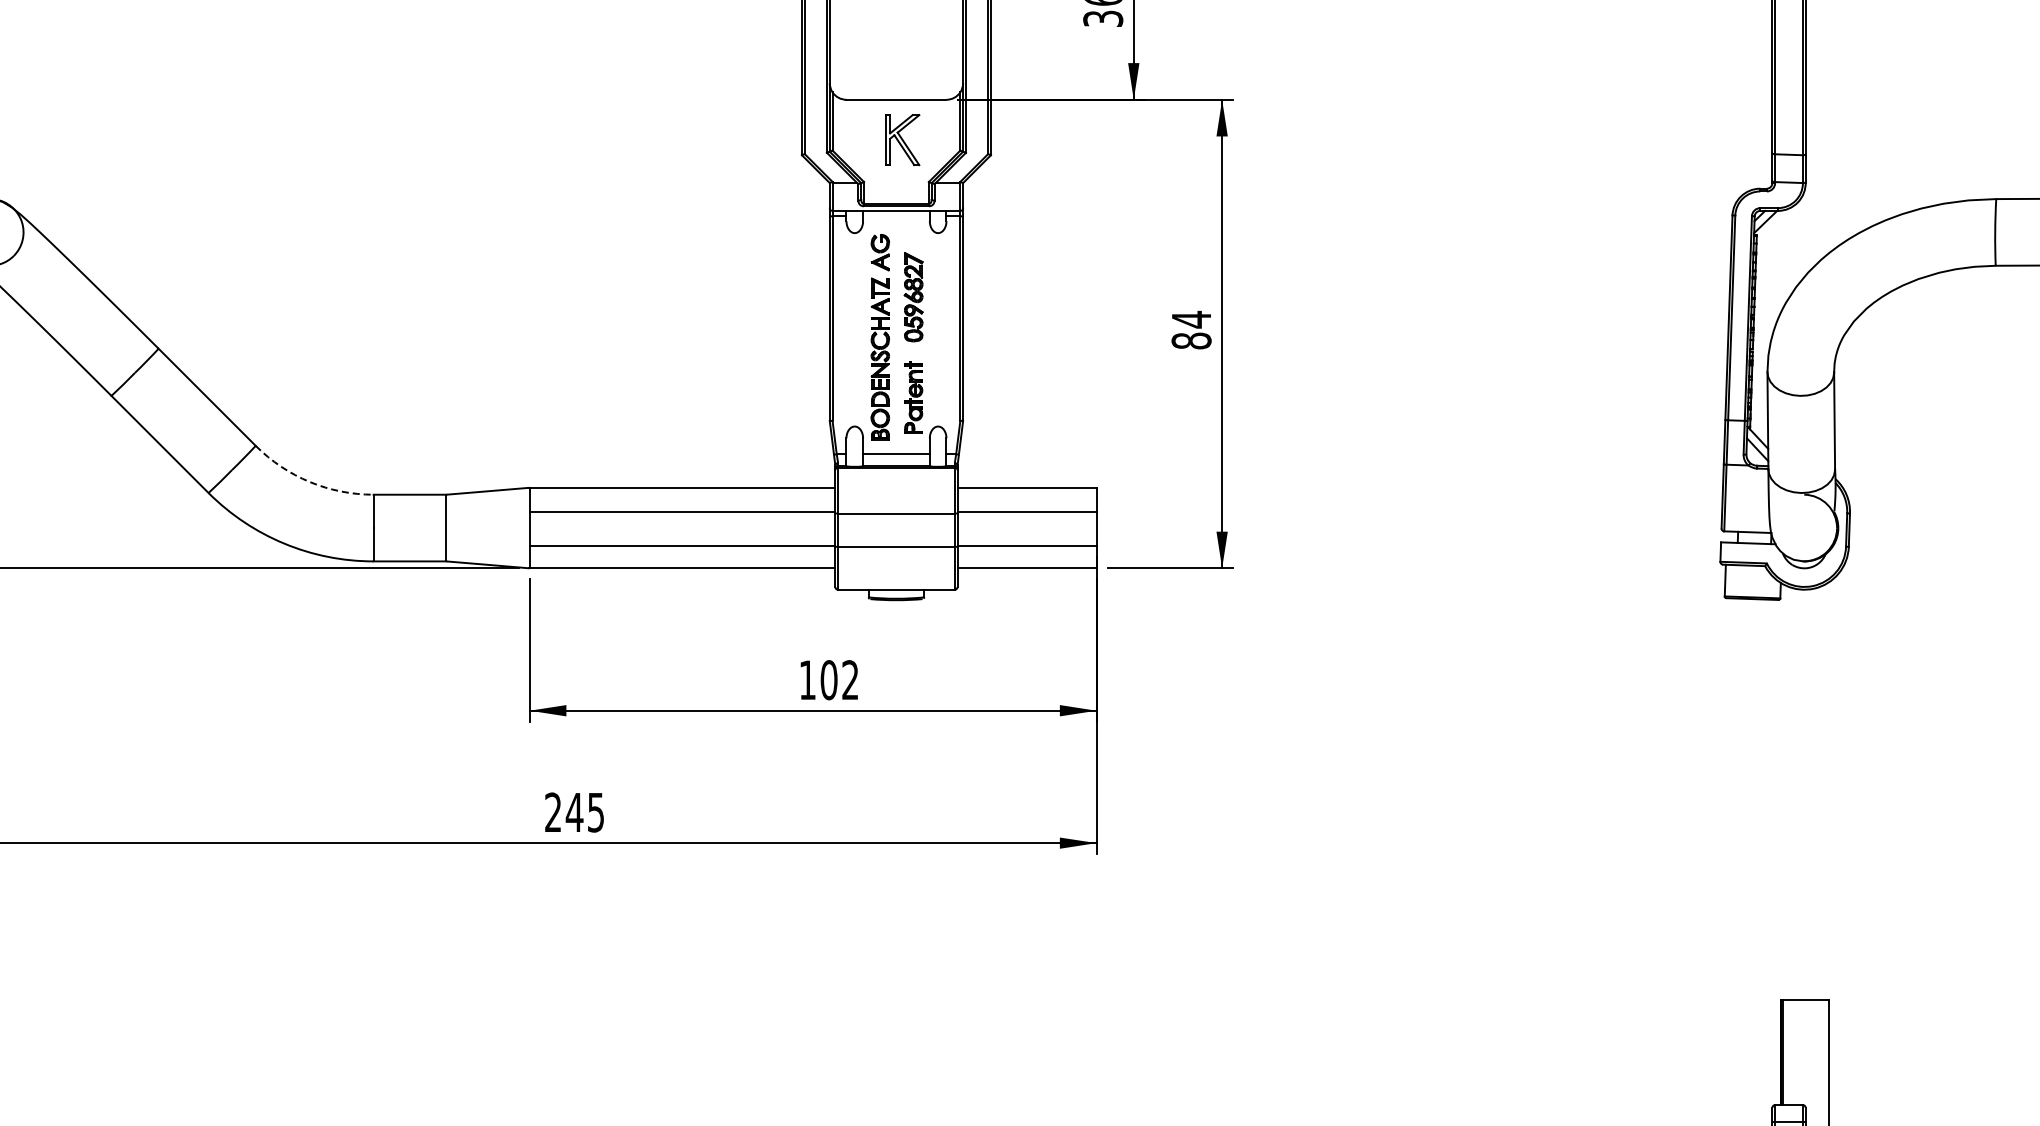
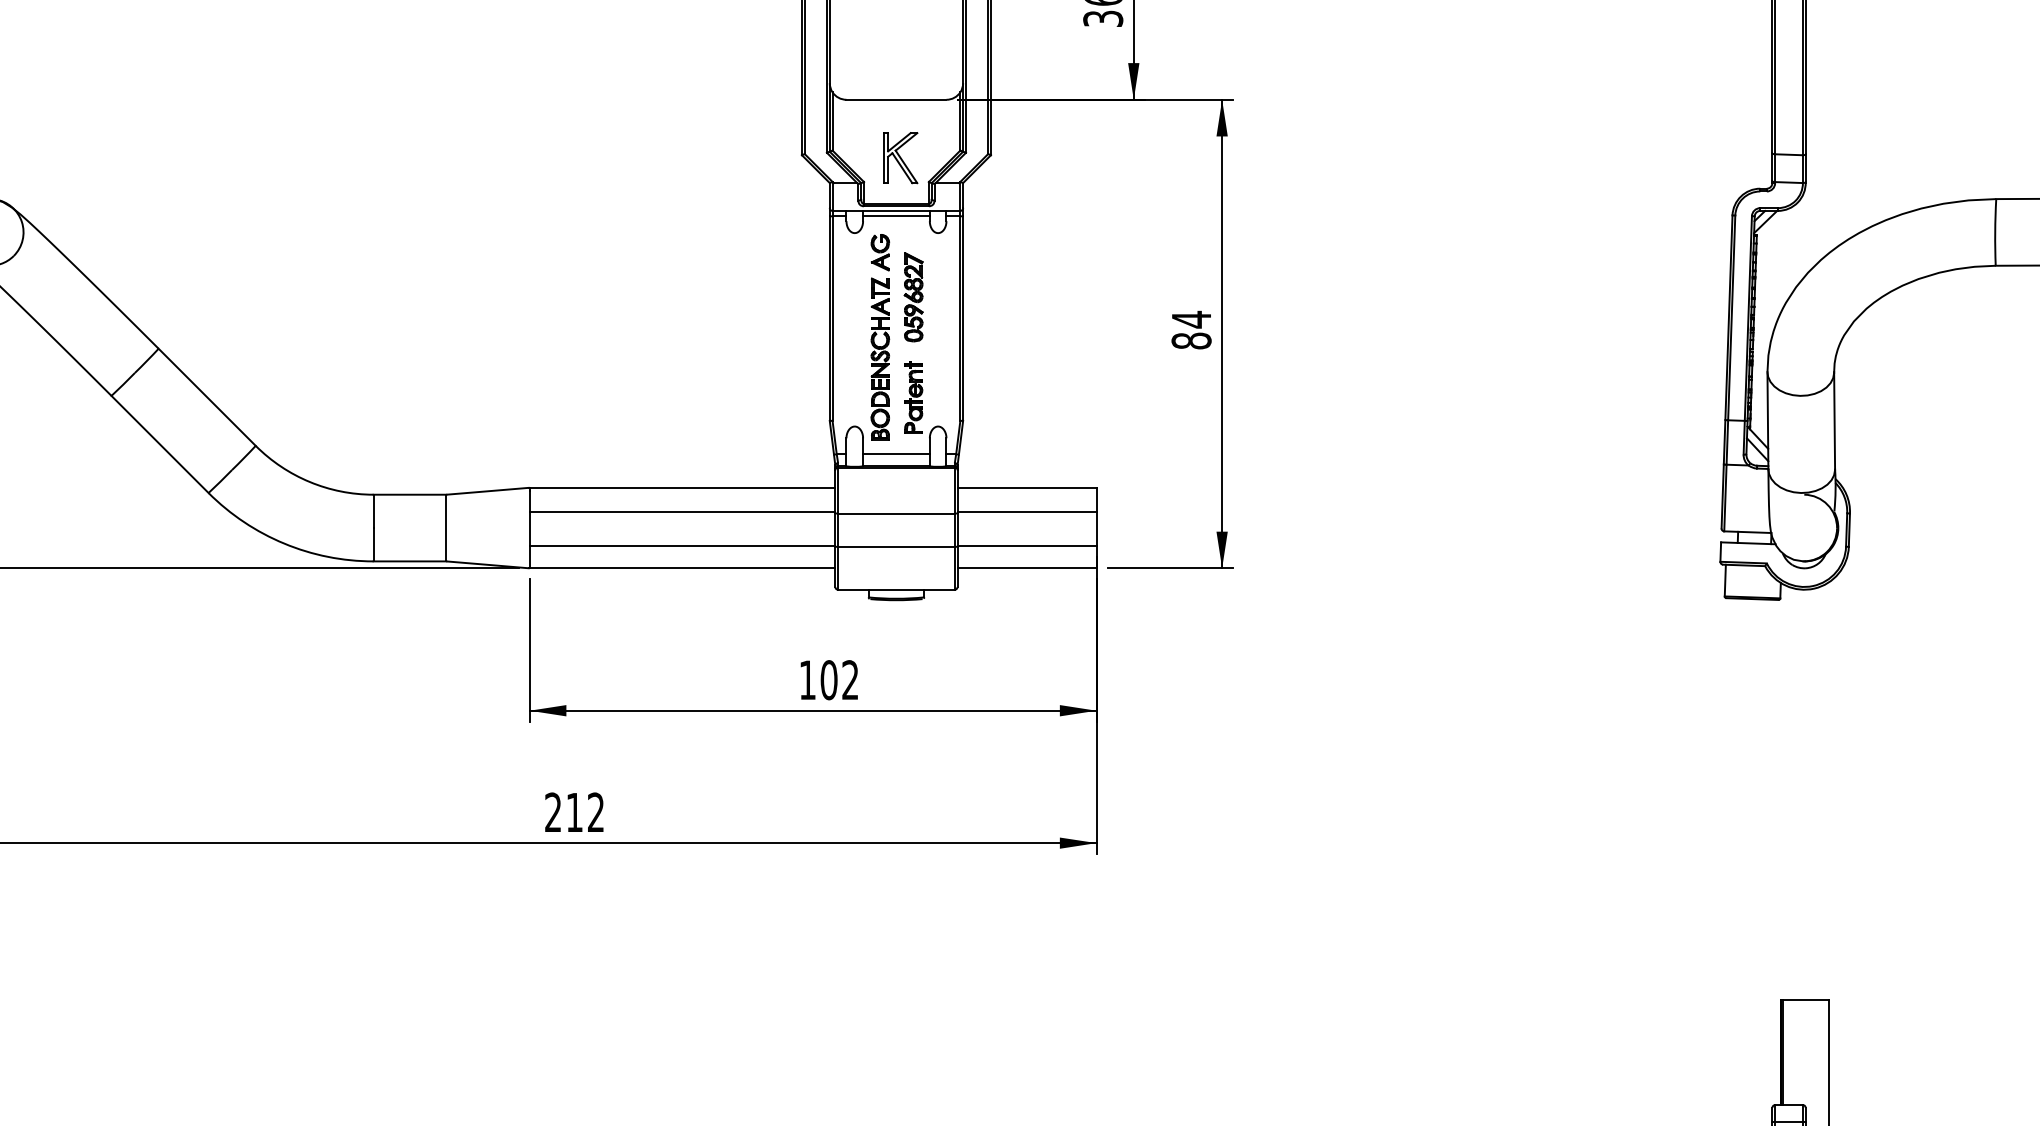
part at (902, 140) position: (902, 140) -> (900, 158)
line at (896, 216): none -> present
arc at (309, 482): dashed -> solid
text at (584, 812): 245 -> 212
